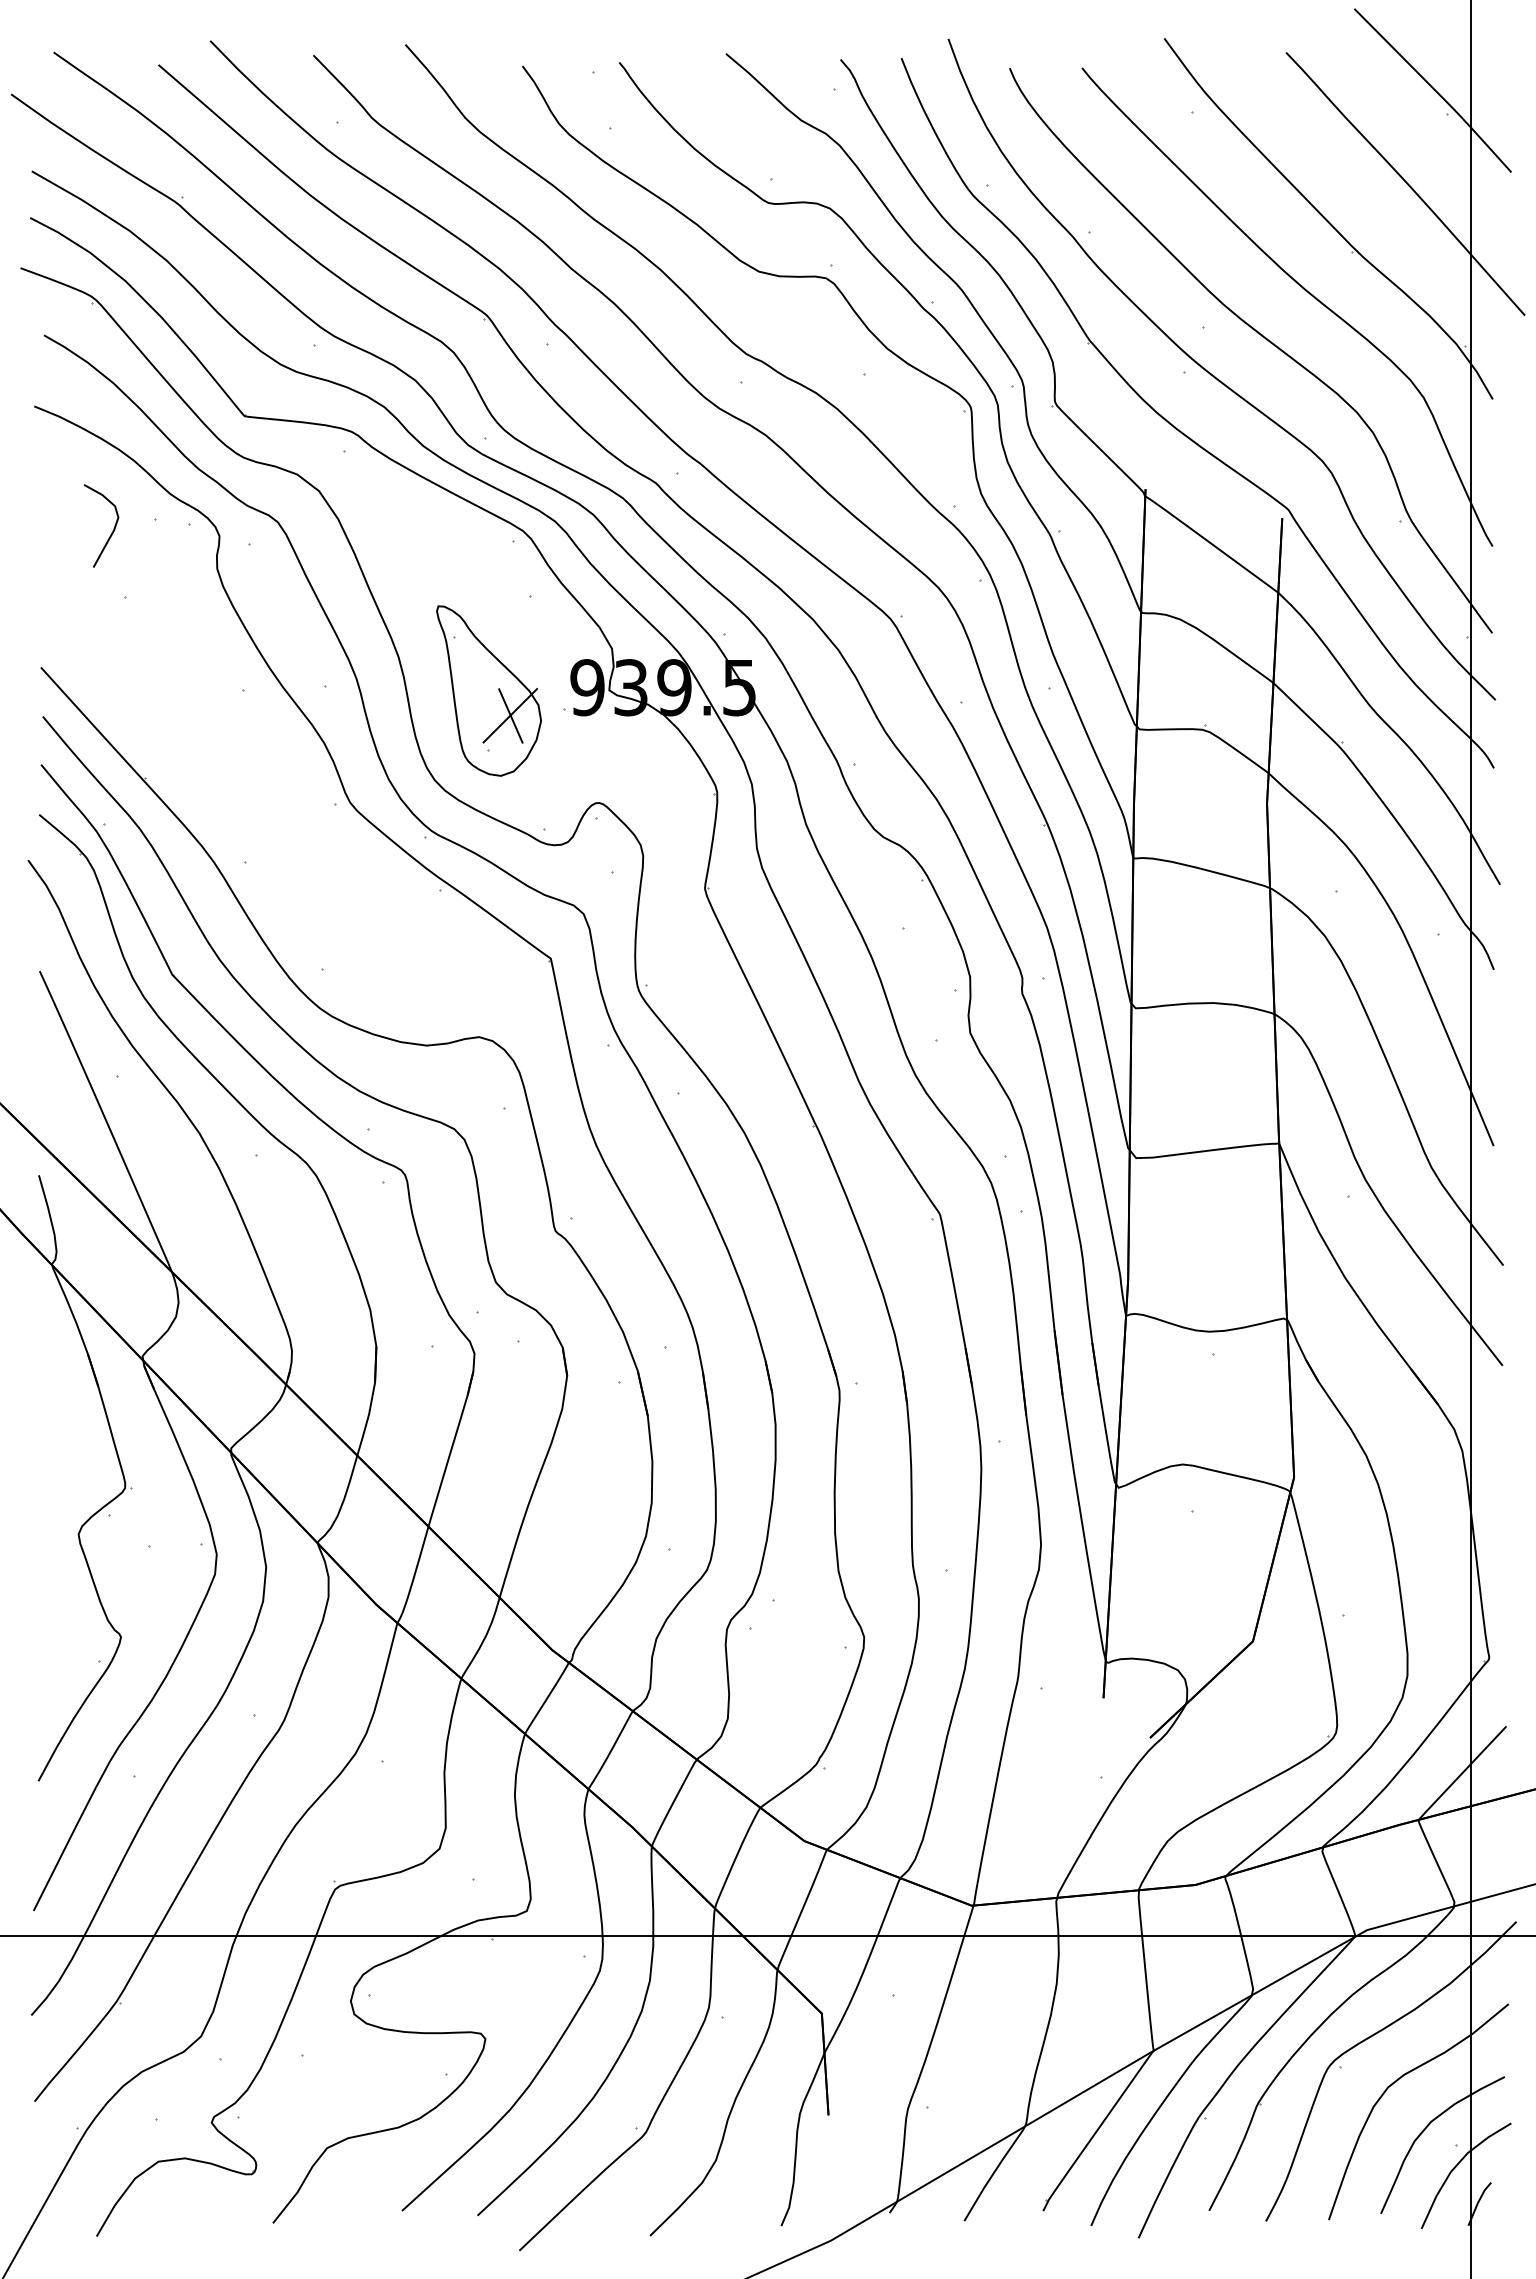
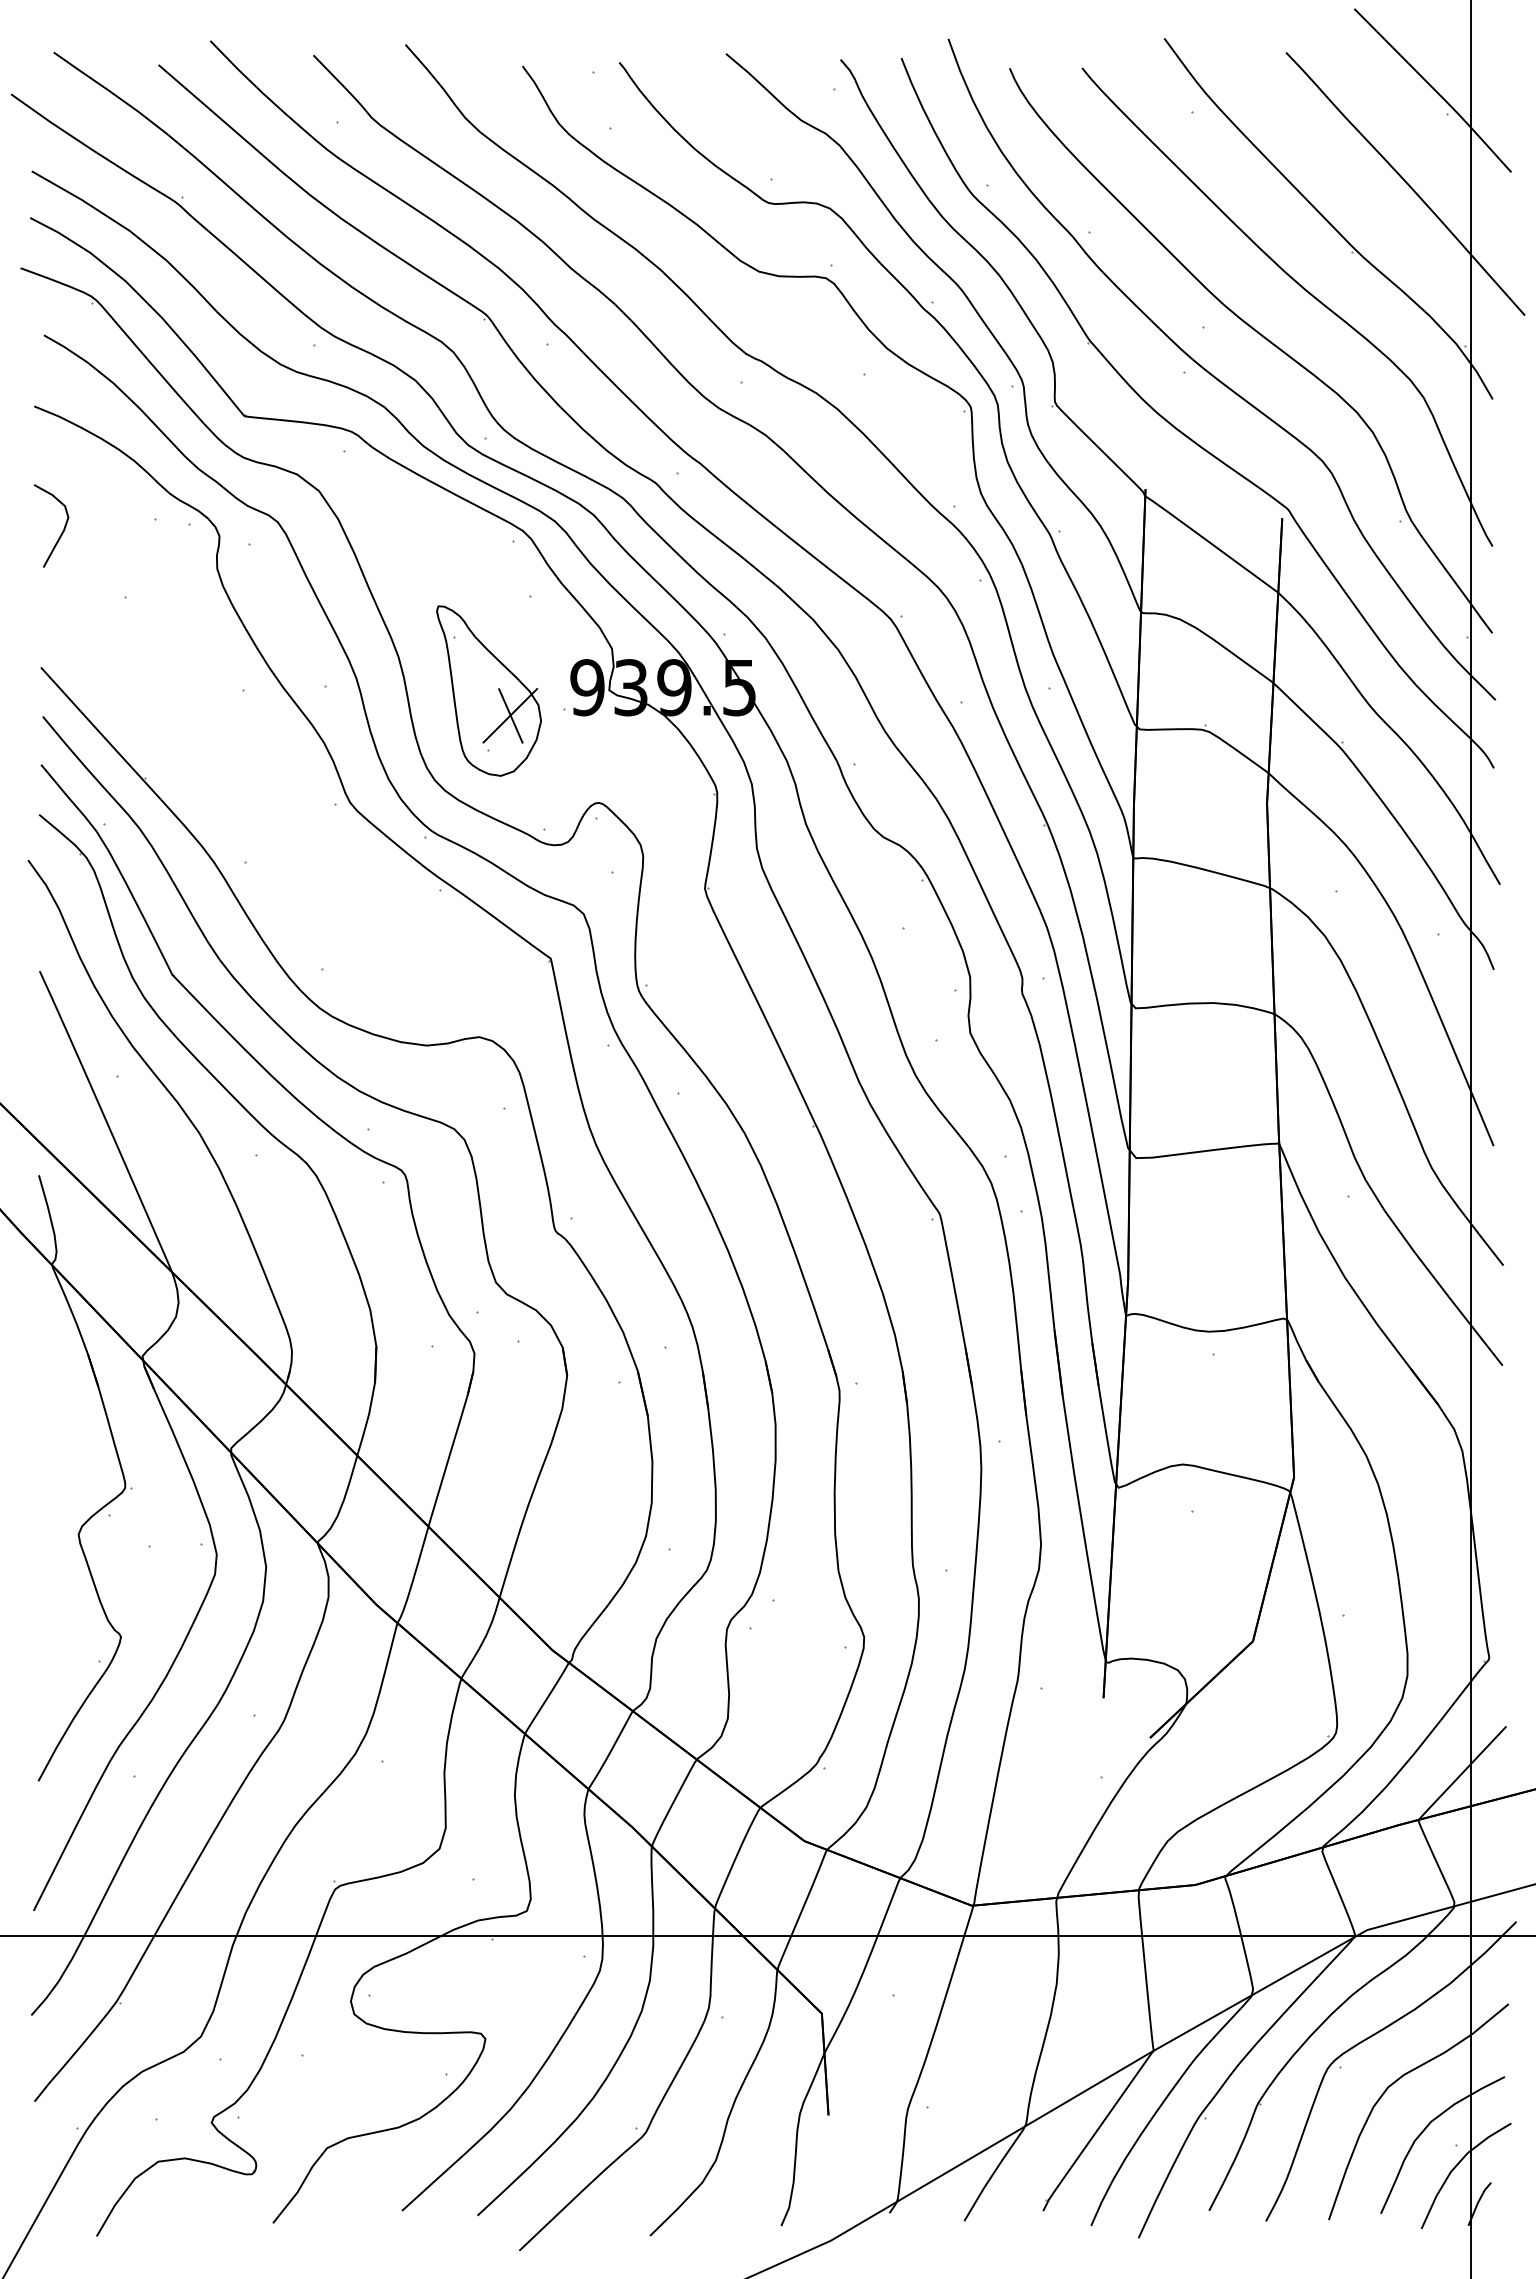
curve at (112, 530) position: (112, 530) -> (62, 530)
